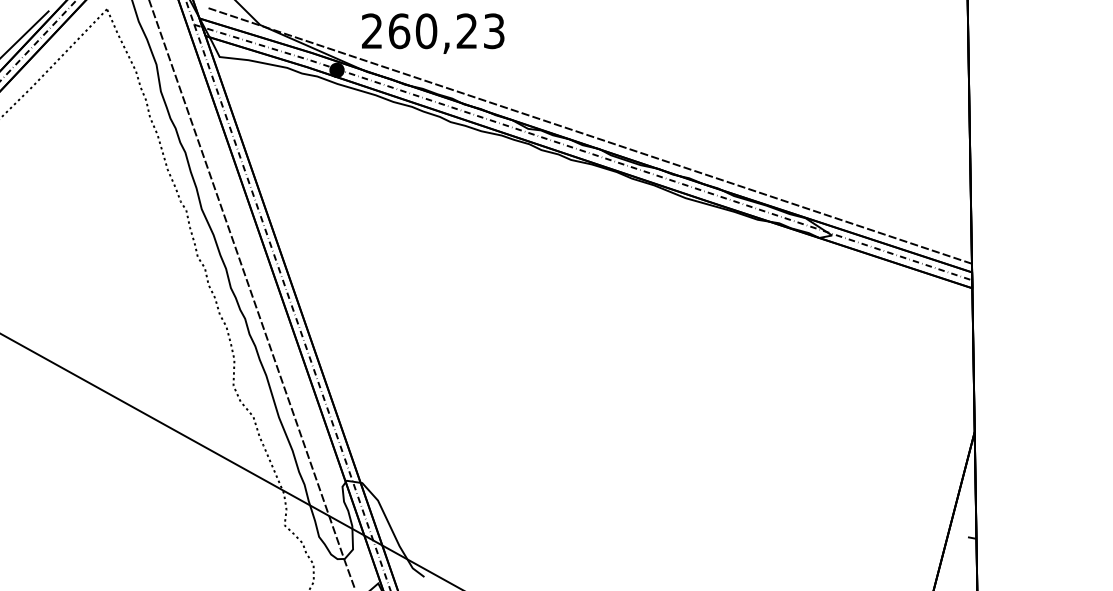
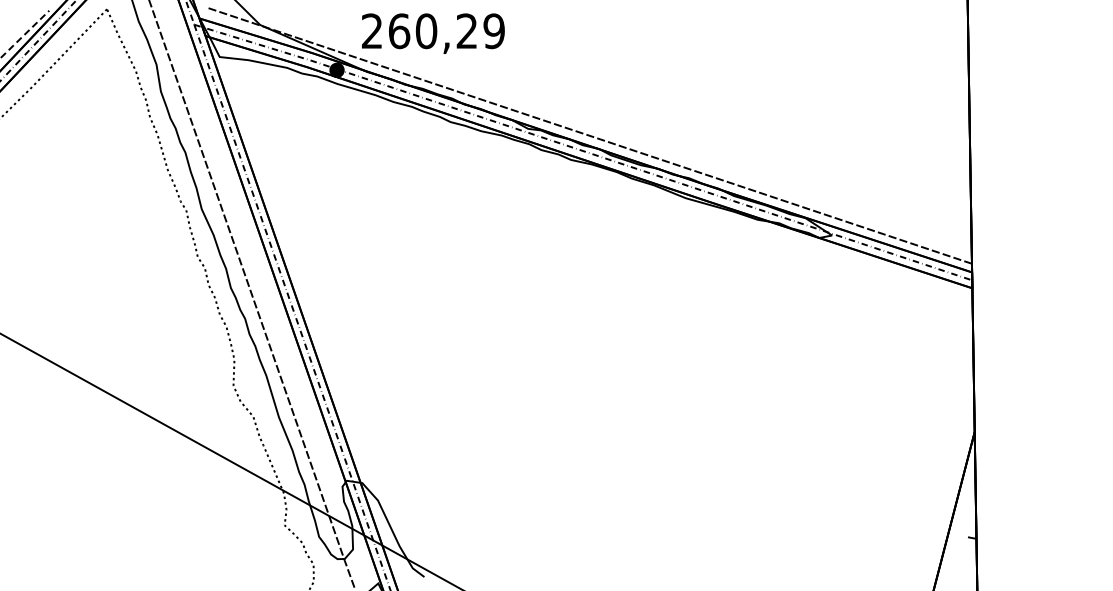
text at (493, 30): 260,23 -> 260,29
line at (25, 34): solid -> dashed
